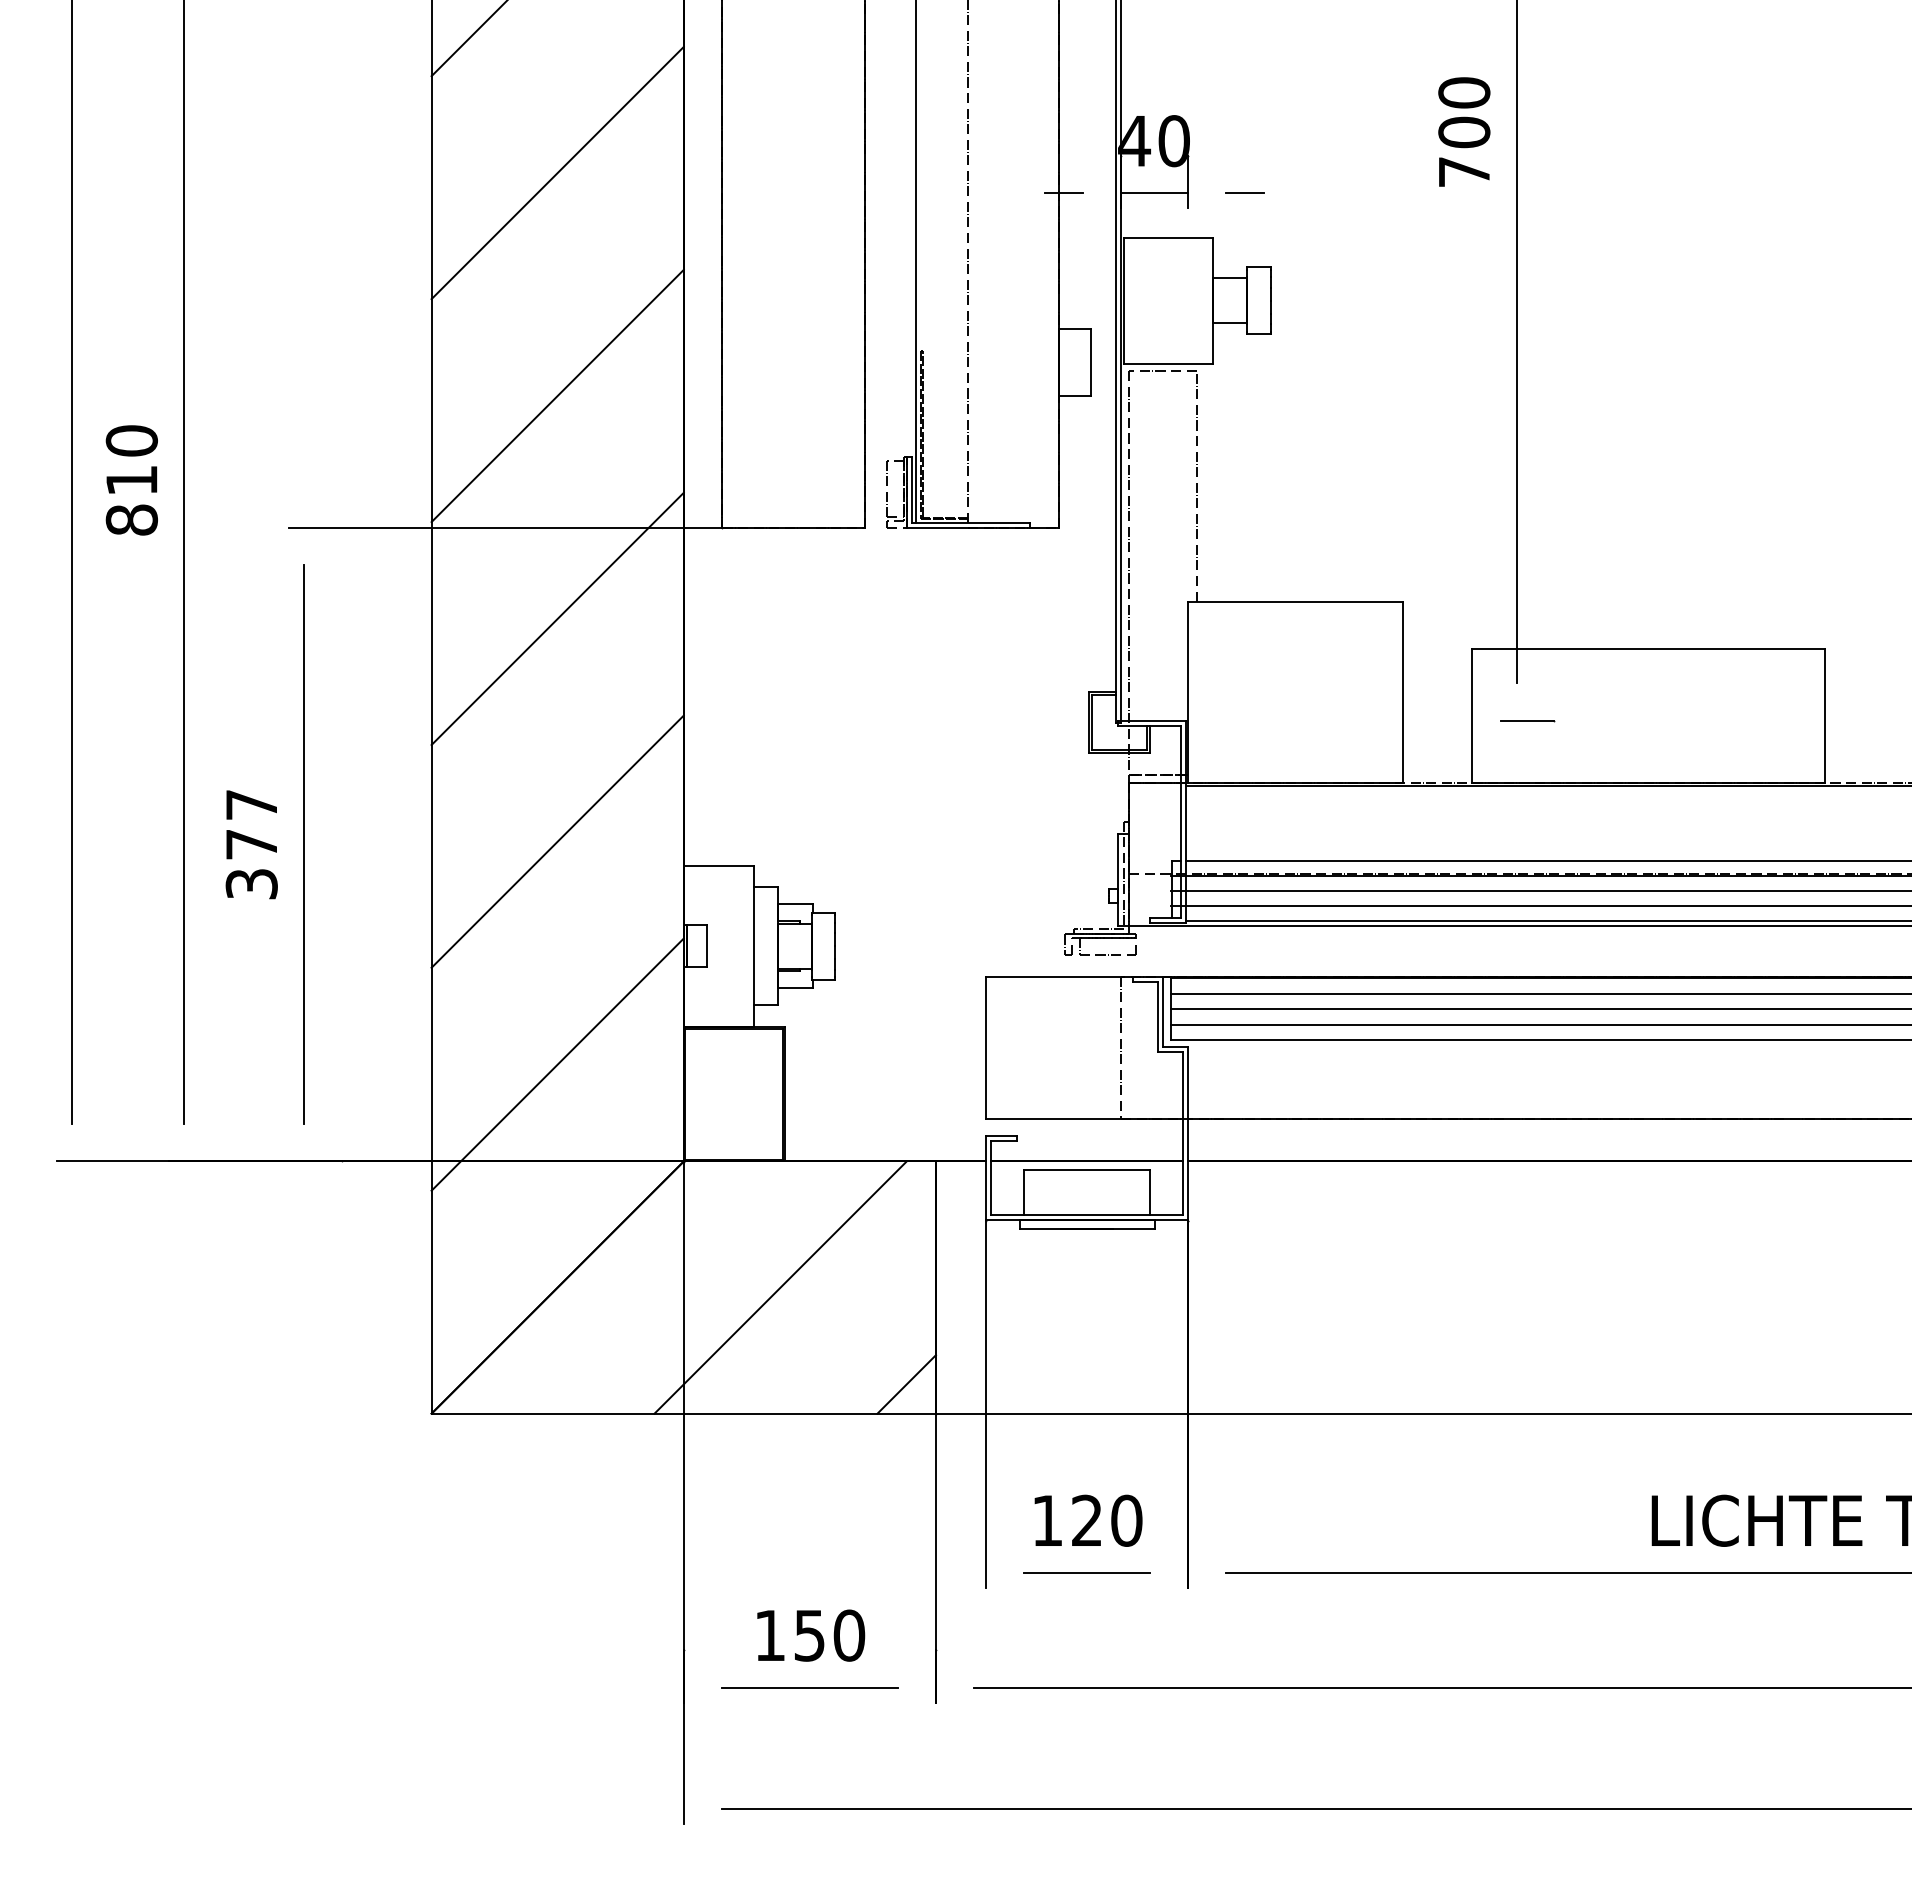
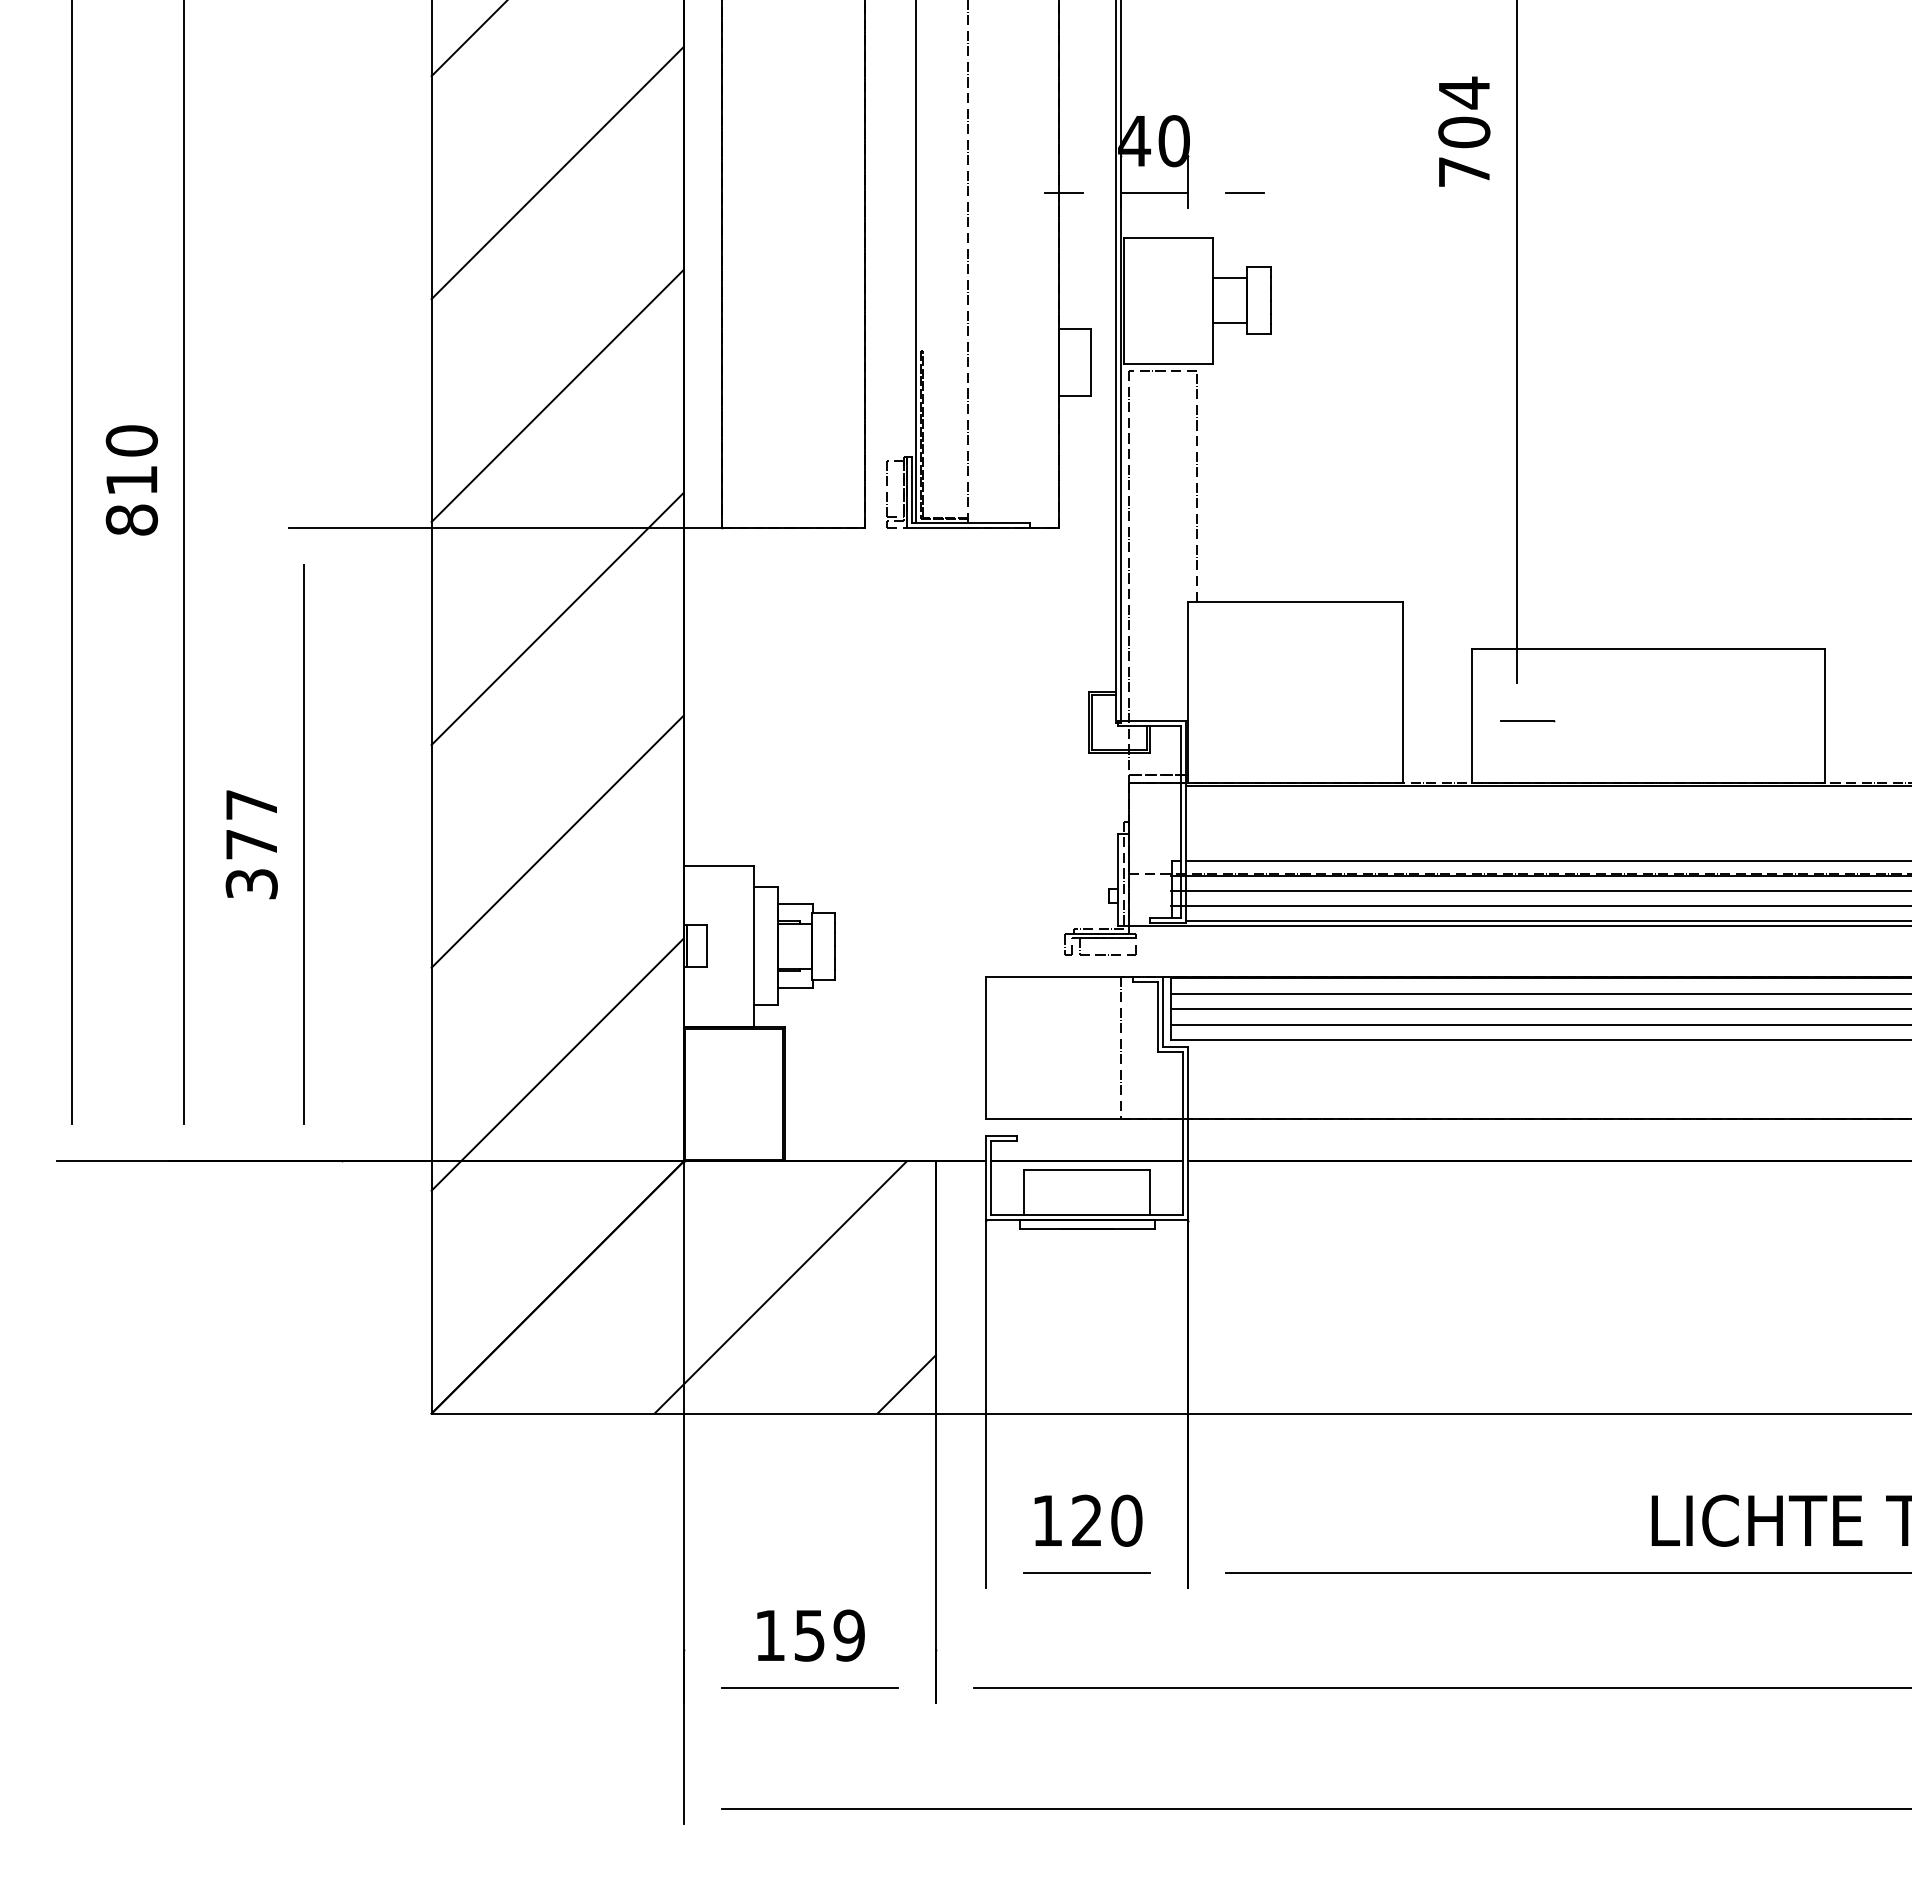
text at (1464, 92): 700 -> 704
text at (849, 1635): 150 -> 159
